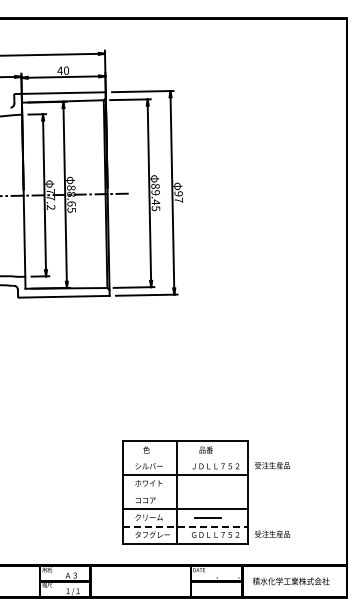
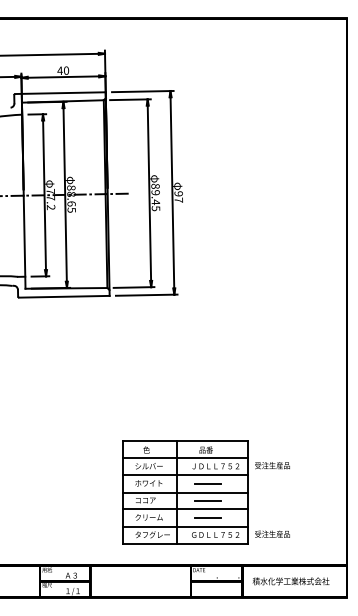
line at (184, 458): none -> present
line at (207, 483): none -> present
line at (184, 492): none -> present
line at (207, 501): none -> present
line at (185, 526): dashed -> solid
